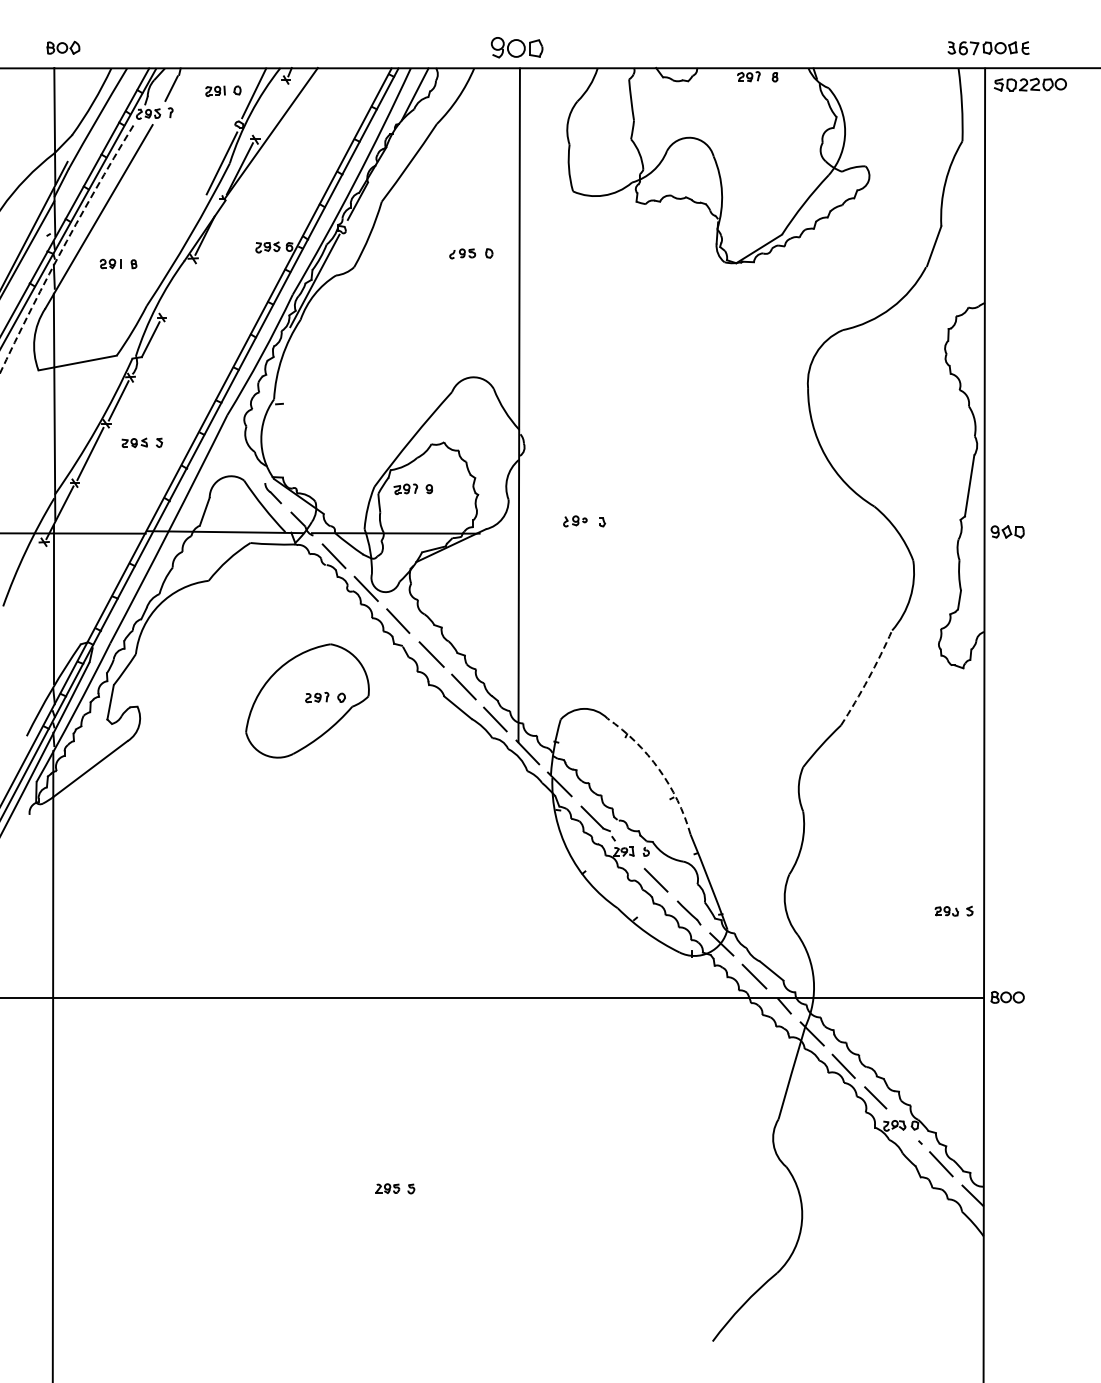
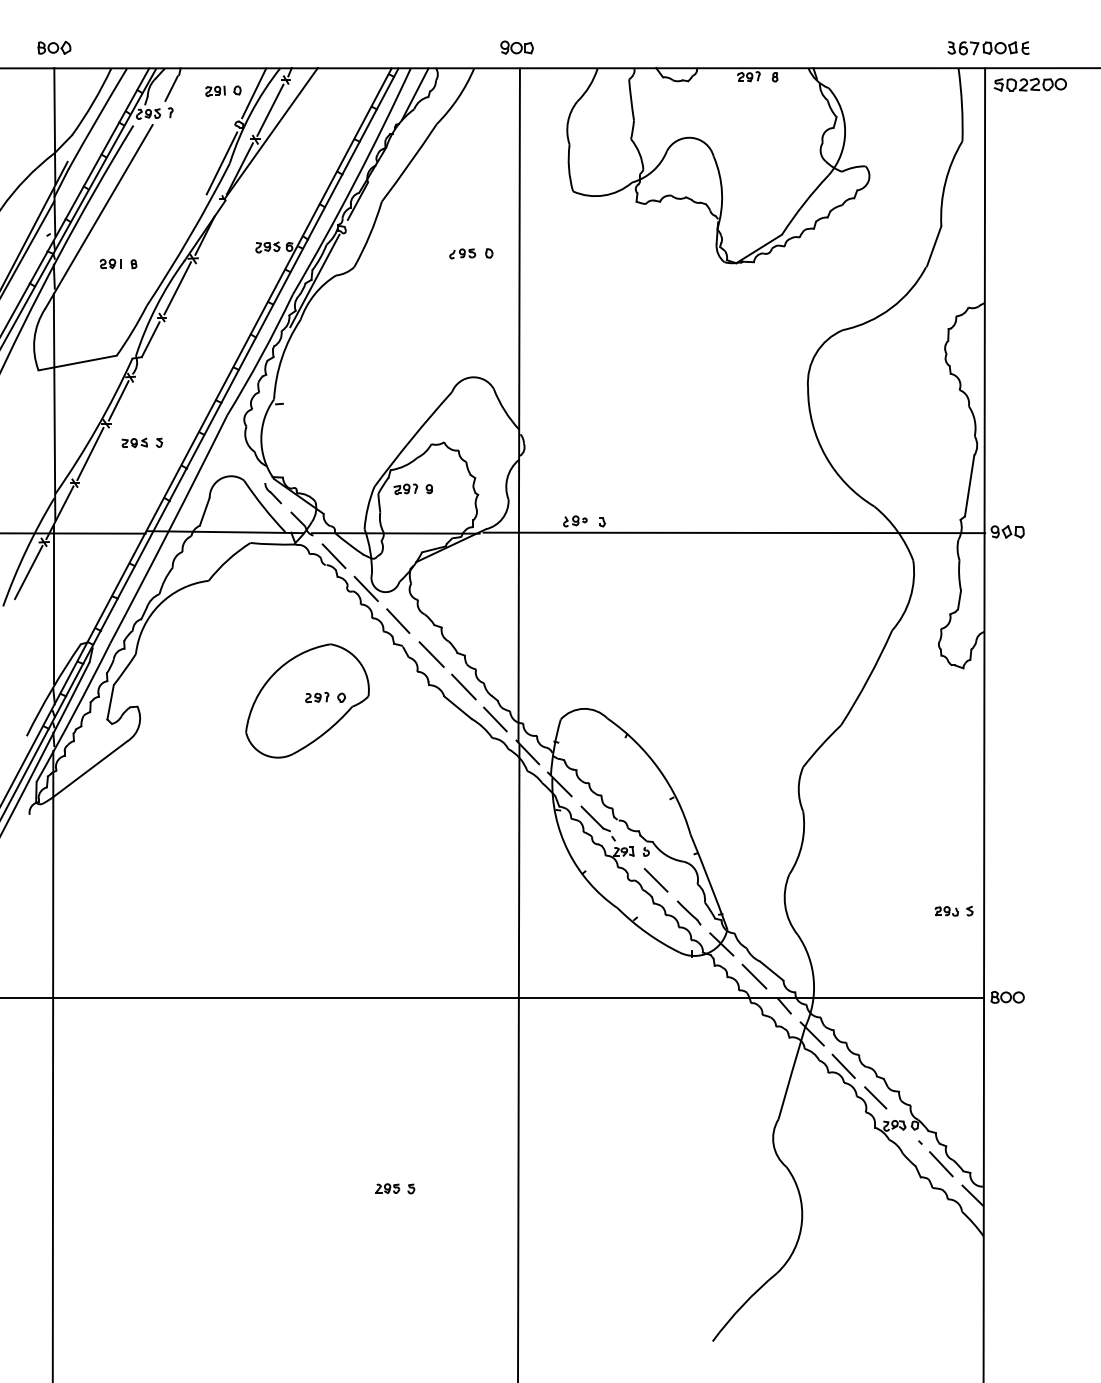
part at (63, 47) position: (63, 47) -> (54, 47)
part at (516, 47) size: 54x22 px -> 34x15 px
line at (270, 109): none -> present
arc at (63, 248): dashed -> solid
line at (177, 288): none -> present
line at (734, 532): none -> present
line at (28, 572): none -> present
arc at (868, 678): dashed -> solid
arc at (659, 769): dashed -> solid
line at (518, 1062): none -> present
